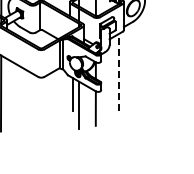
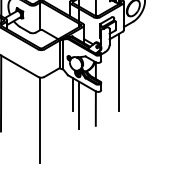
line at (118, 72): dashed -> solid
line at (40, 120): none -> present
